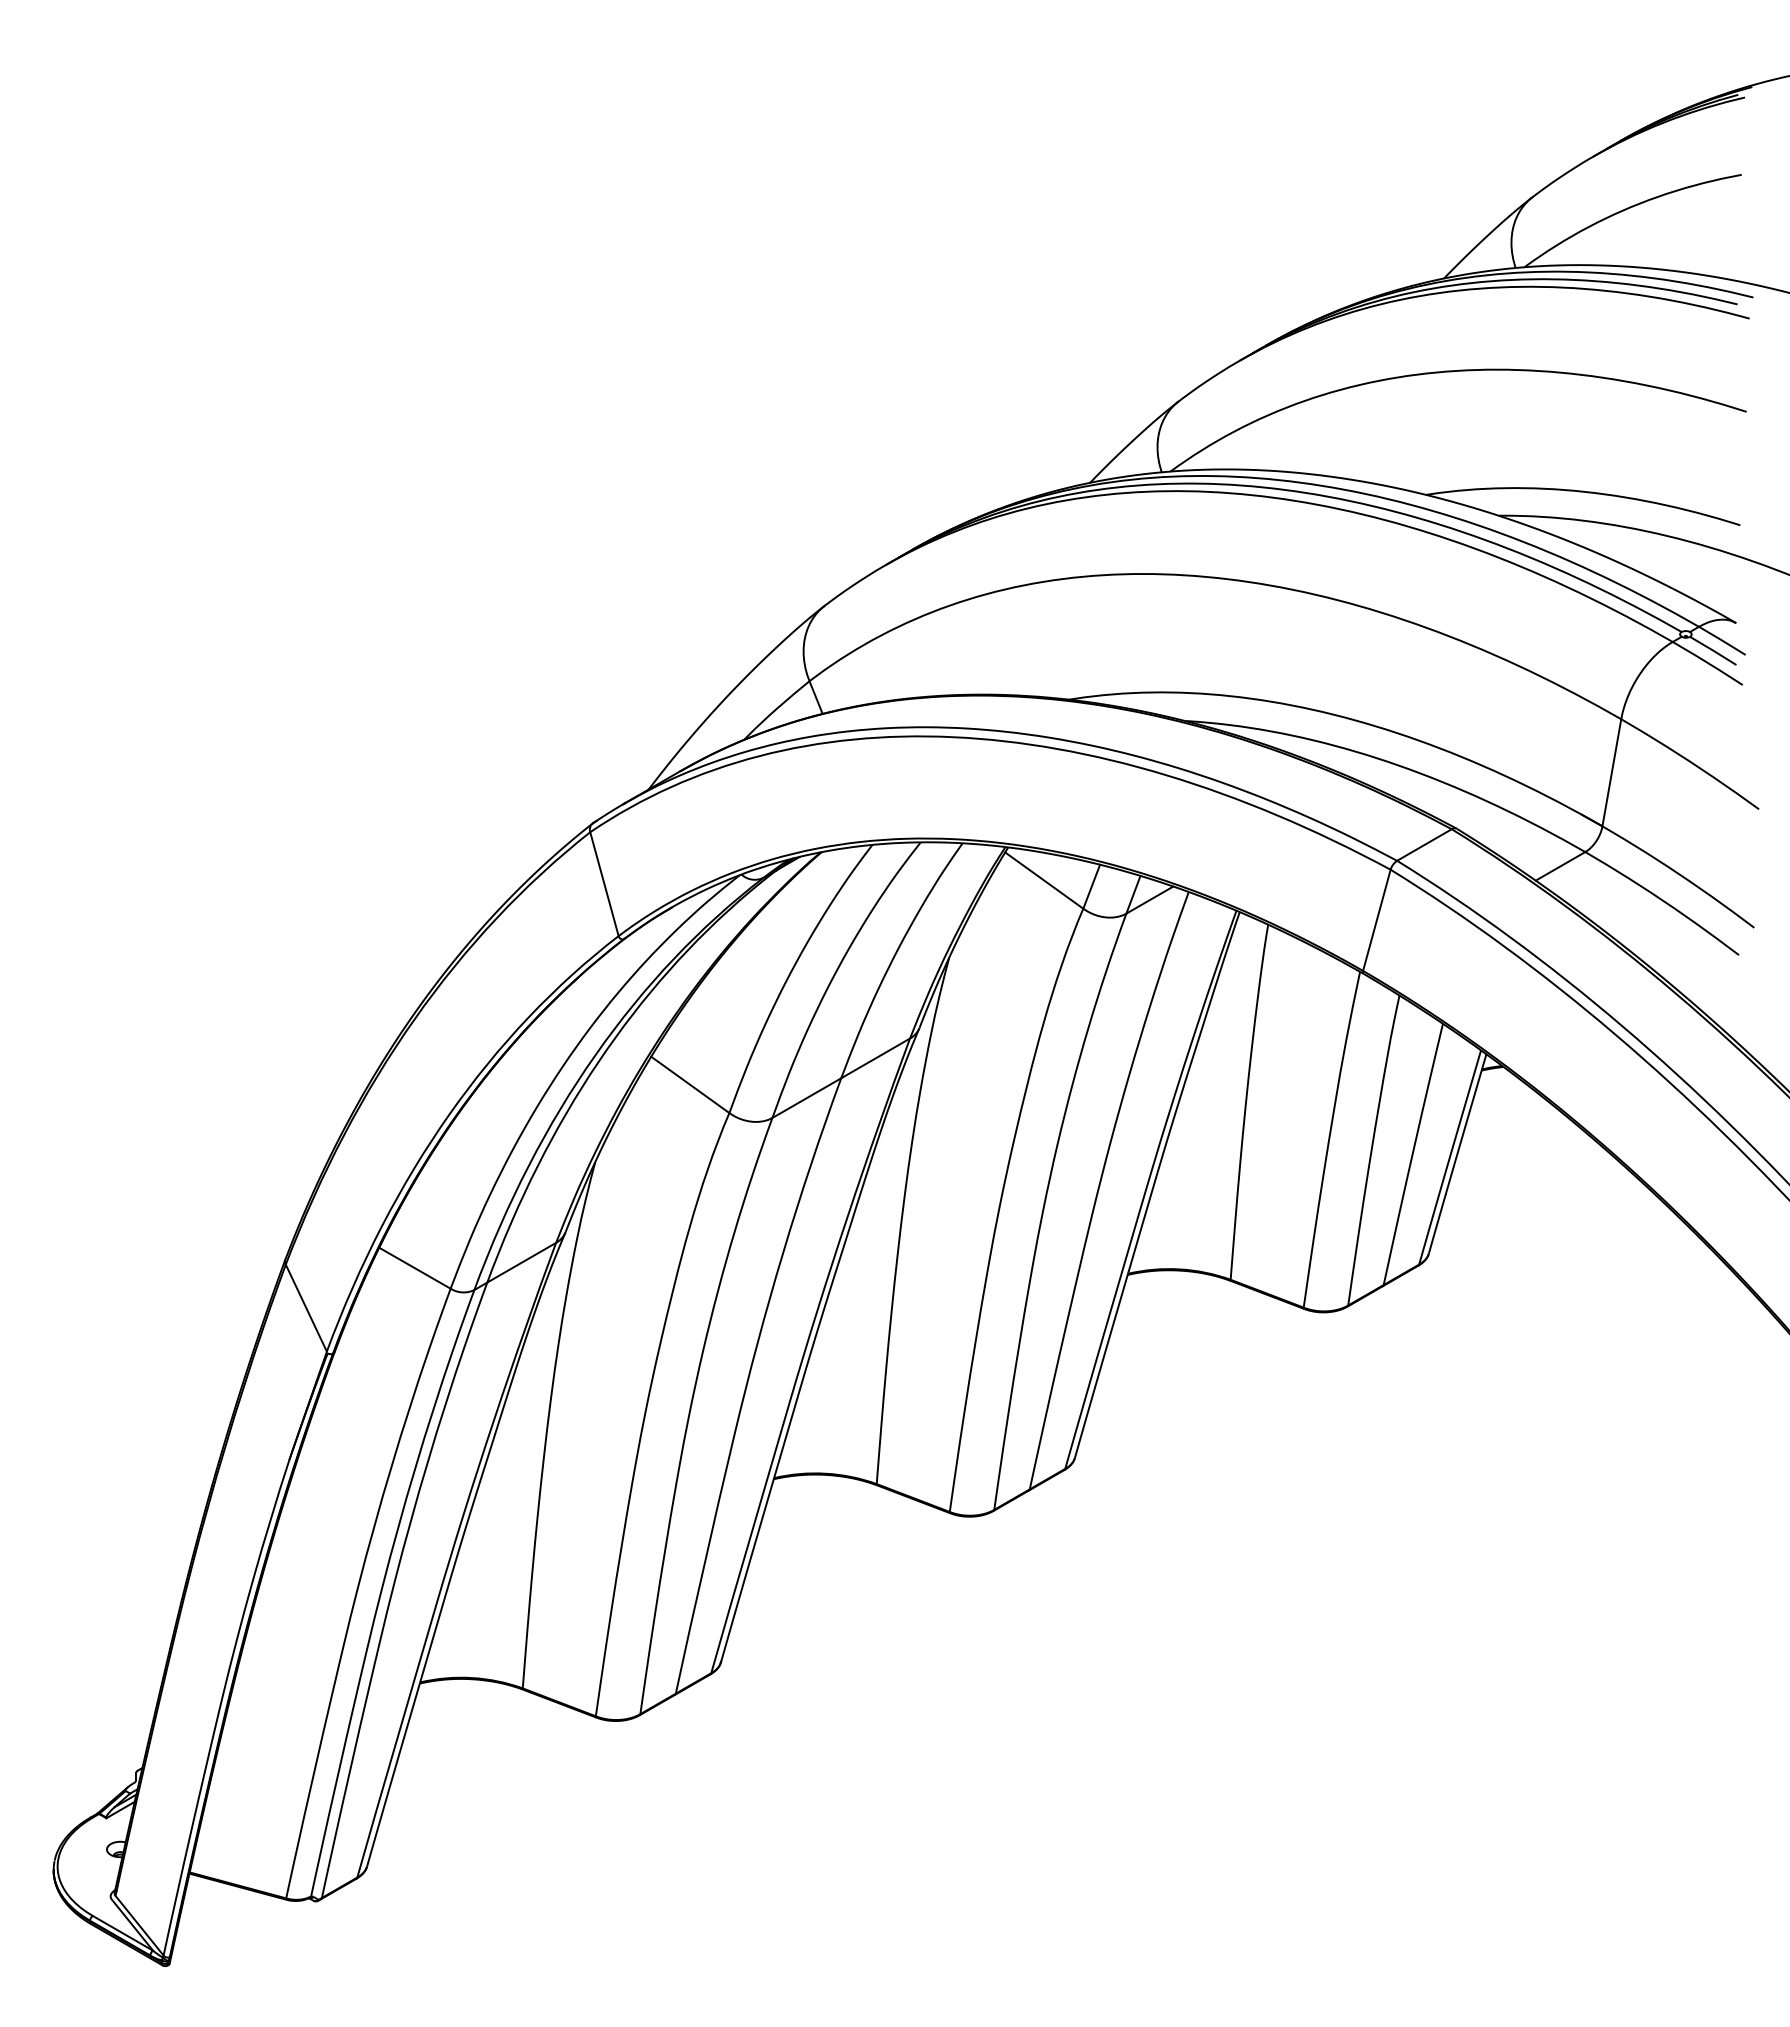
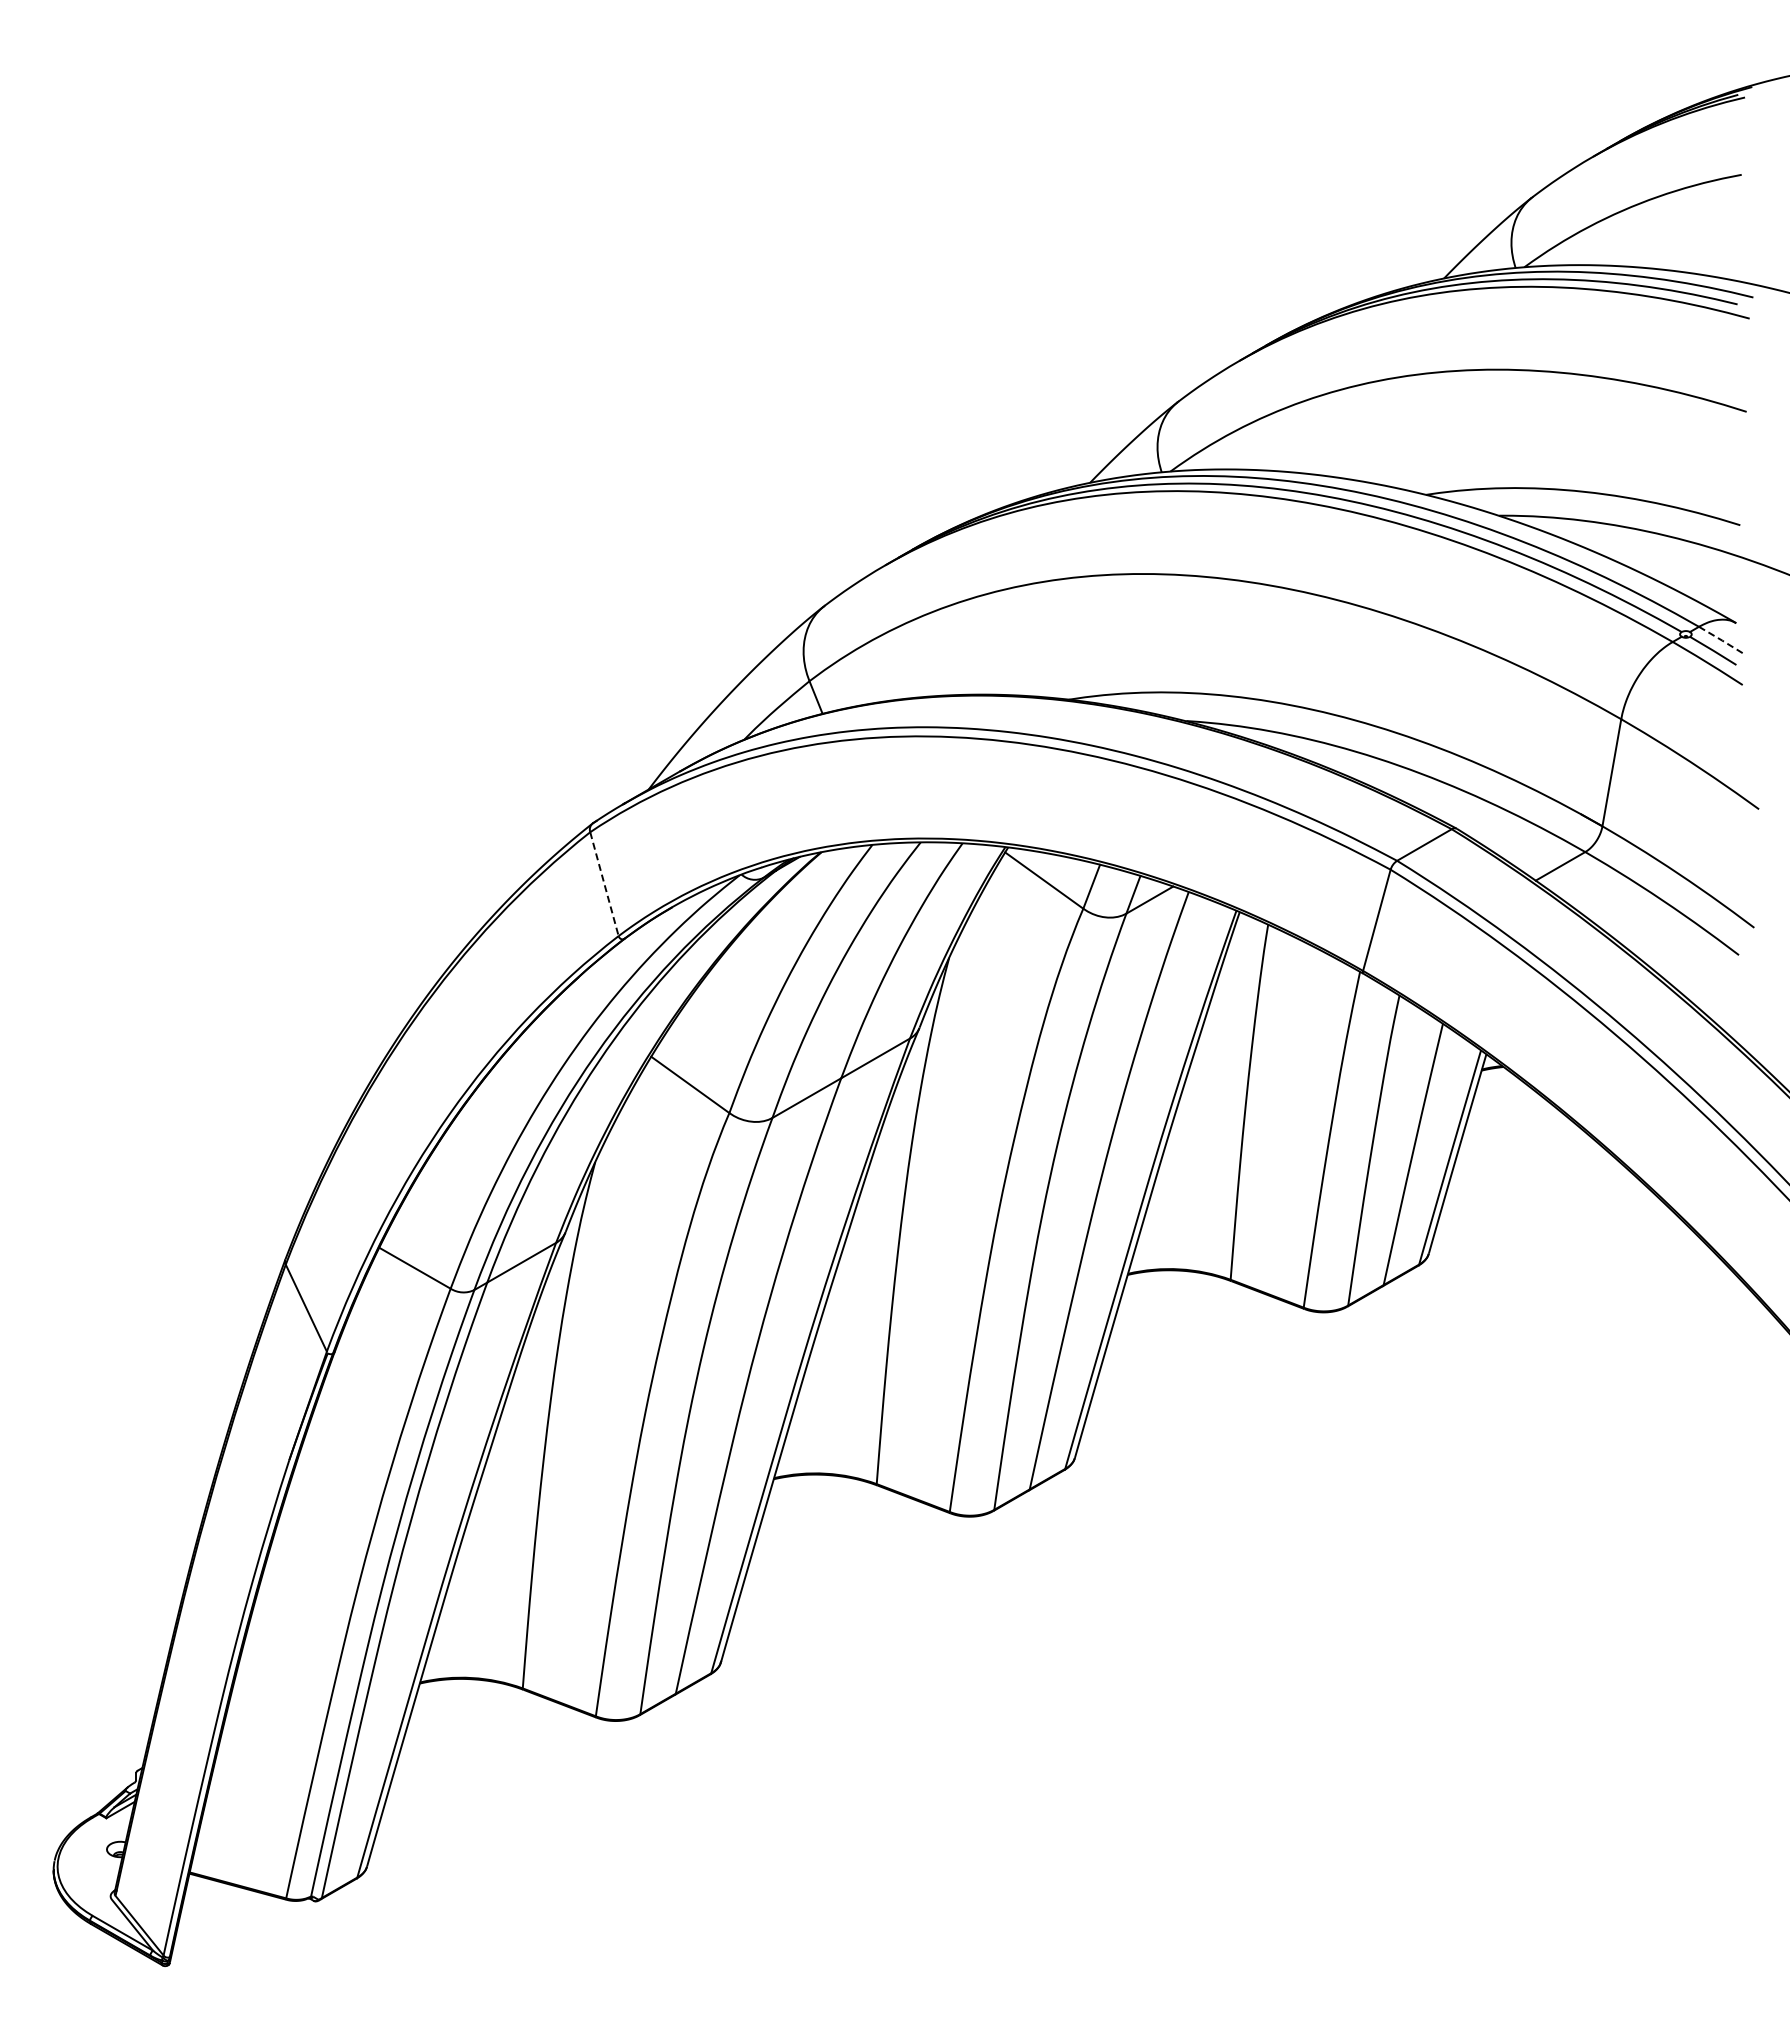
line at (1722, 640): solid -> dashed
line at (604, 884): solid -> dashed
